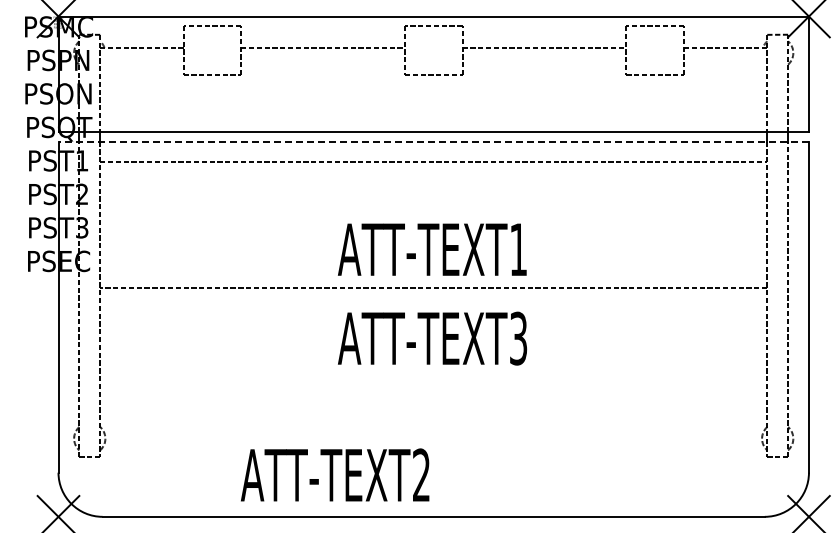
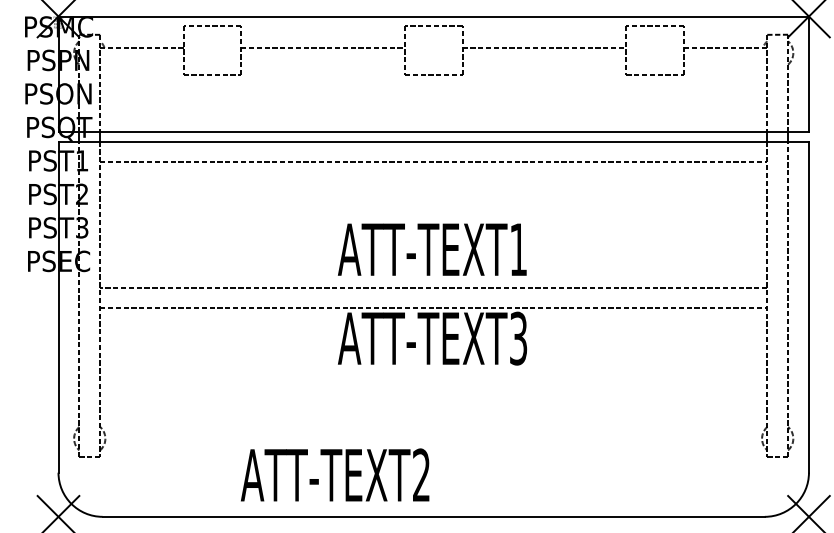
line at (433, 141): dashed -> solid
line at (433, 308): none -> present
